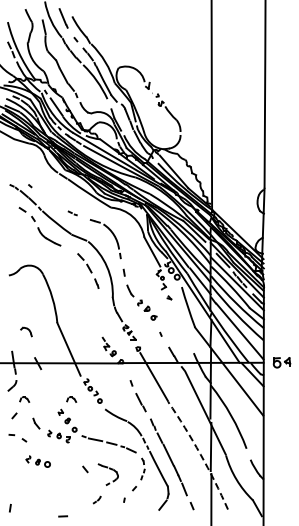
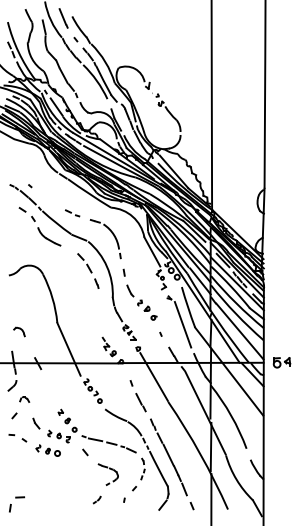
part at (72, 213) size: 11x7 px -> 16x9 px
line at (182, 324): none -> present
part at (26, 331) position: (26, 331) -> (19, 331)
part at (71, 399): present -> none
arc at (200, 454): dashed -> solid
part at (37, 461) position: (37, 461) -> (47, 450)
line at (85, 469) position: (85, 469) -> (85, 452)
line at (62, 516) position: (62, 516) -> (19, 497)
